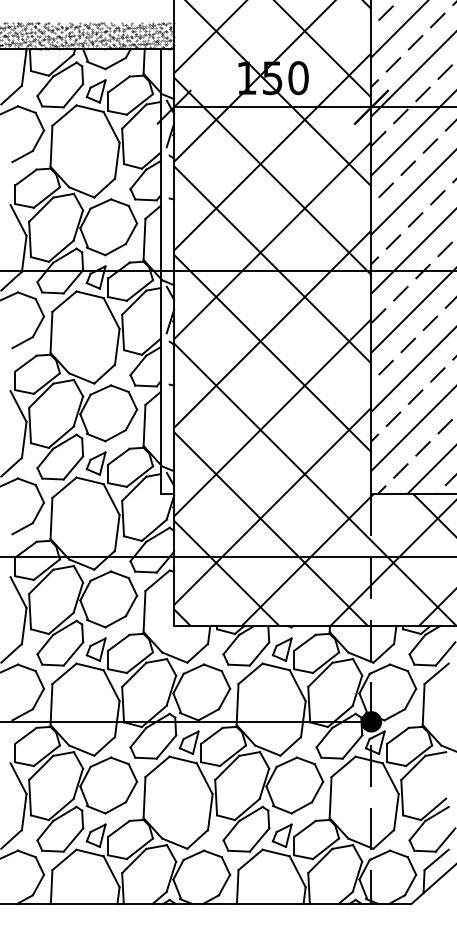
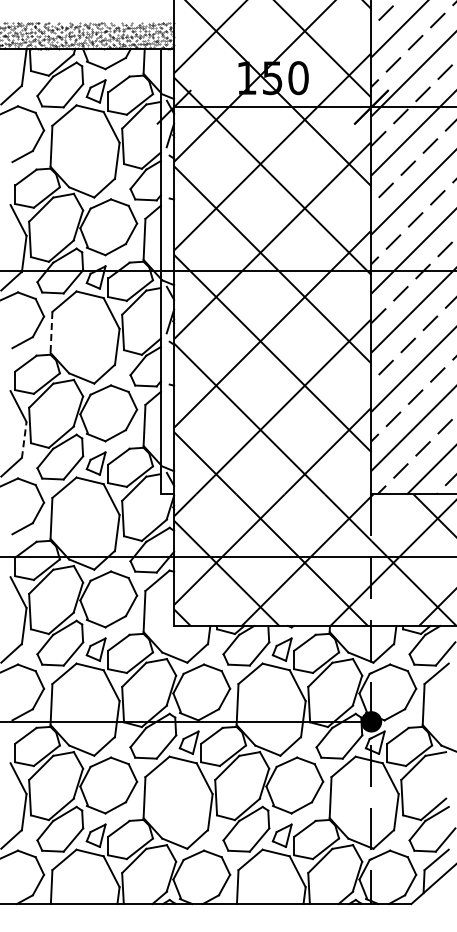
line at (51, 332): solid -> dashed
line at (24, 439): solid -> dashed
